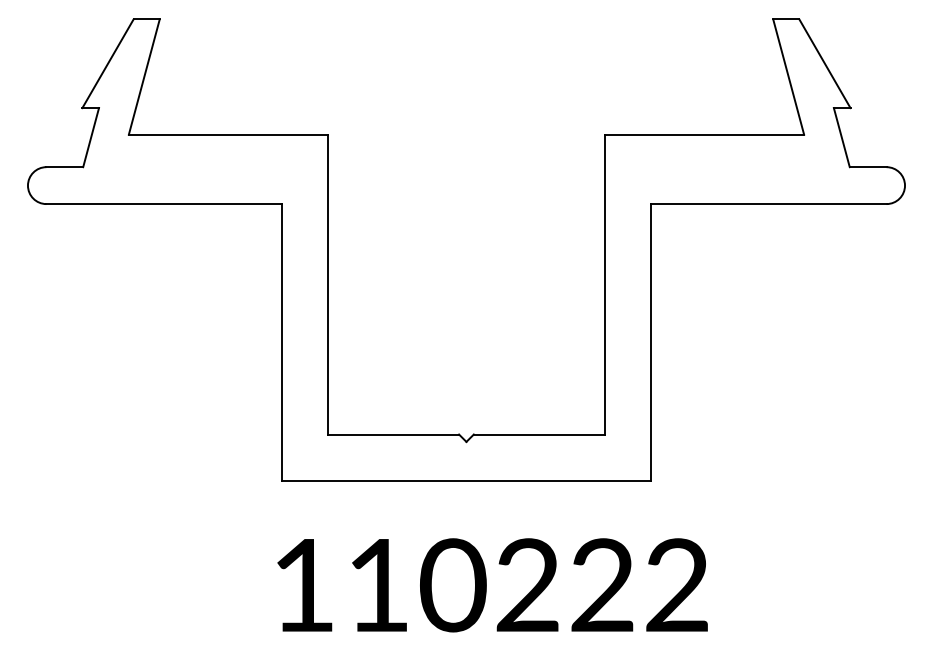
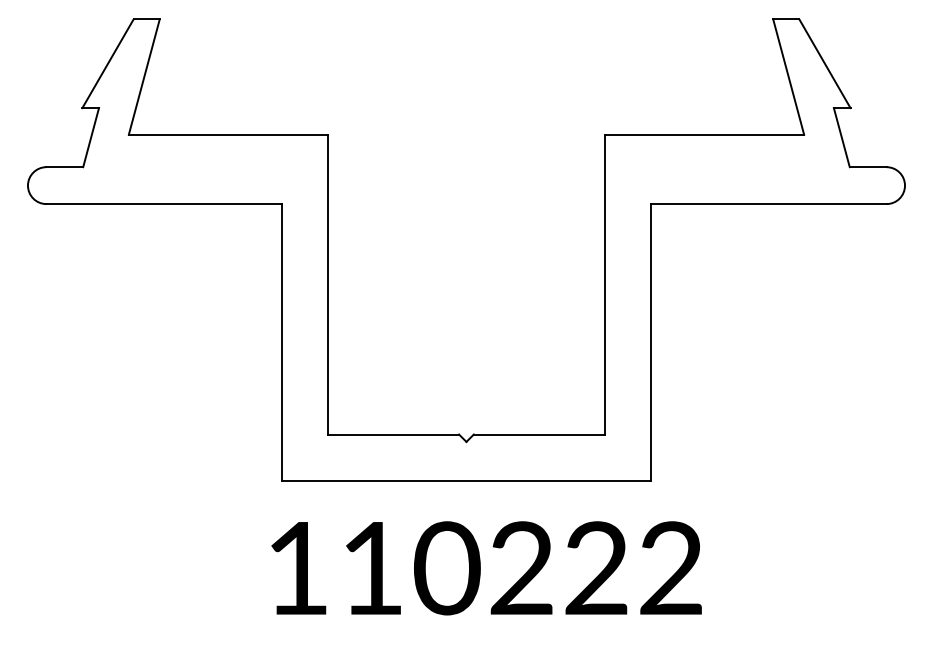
text at (492, 585) position: (492, 585) -> (486, 568)
